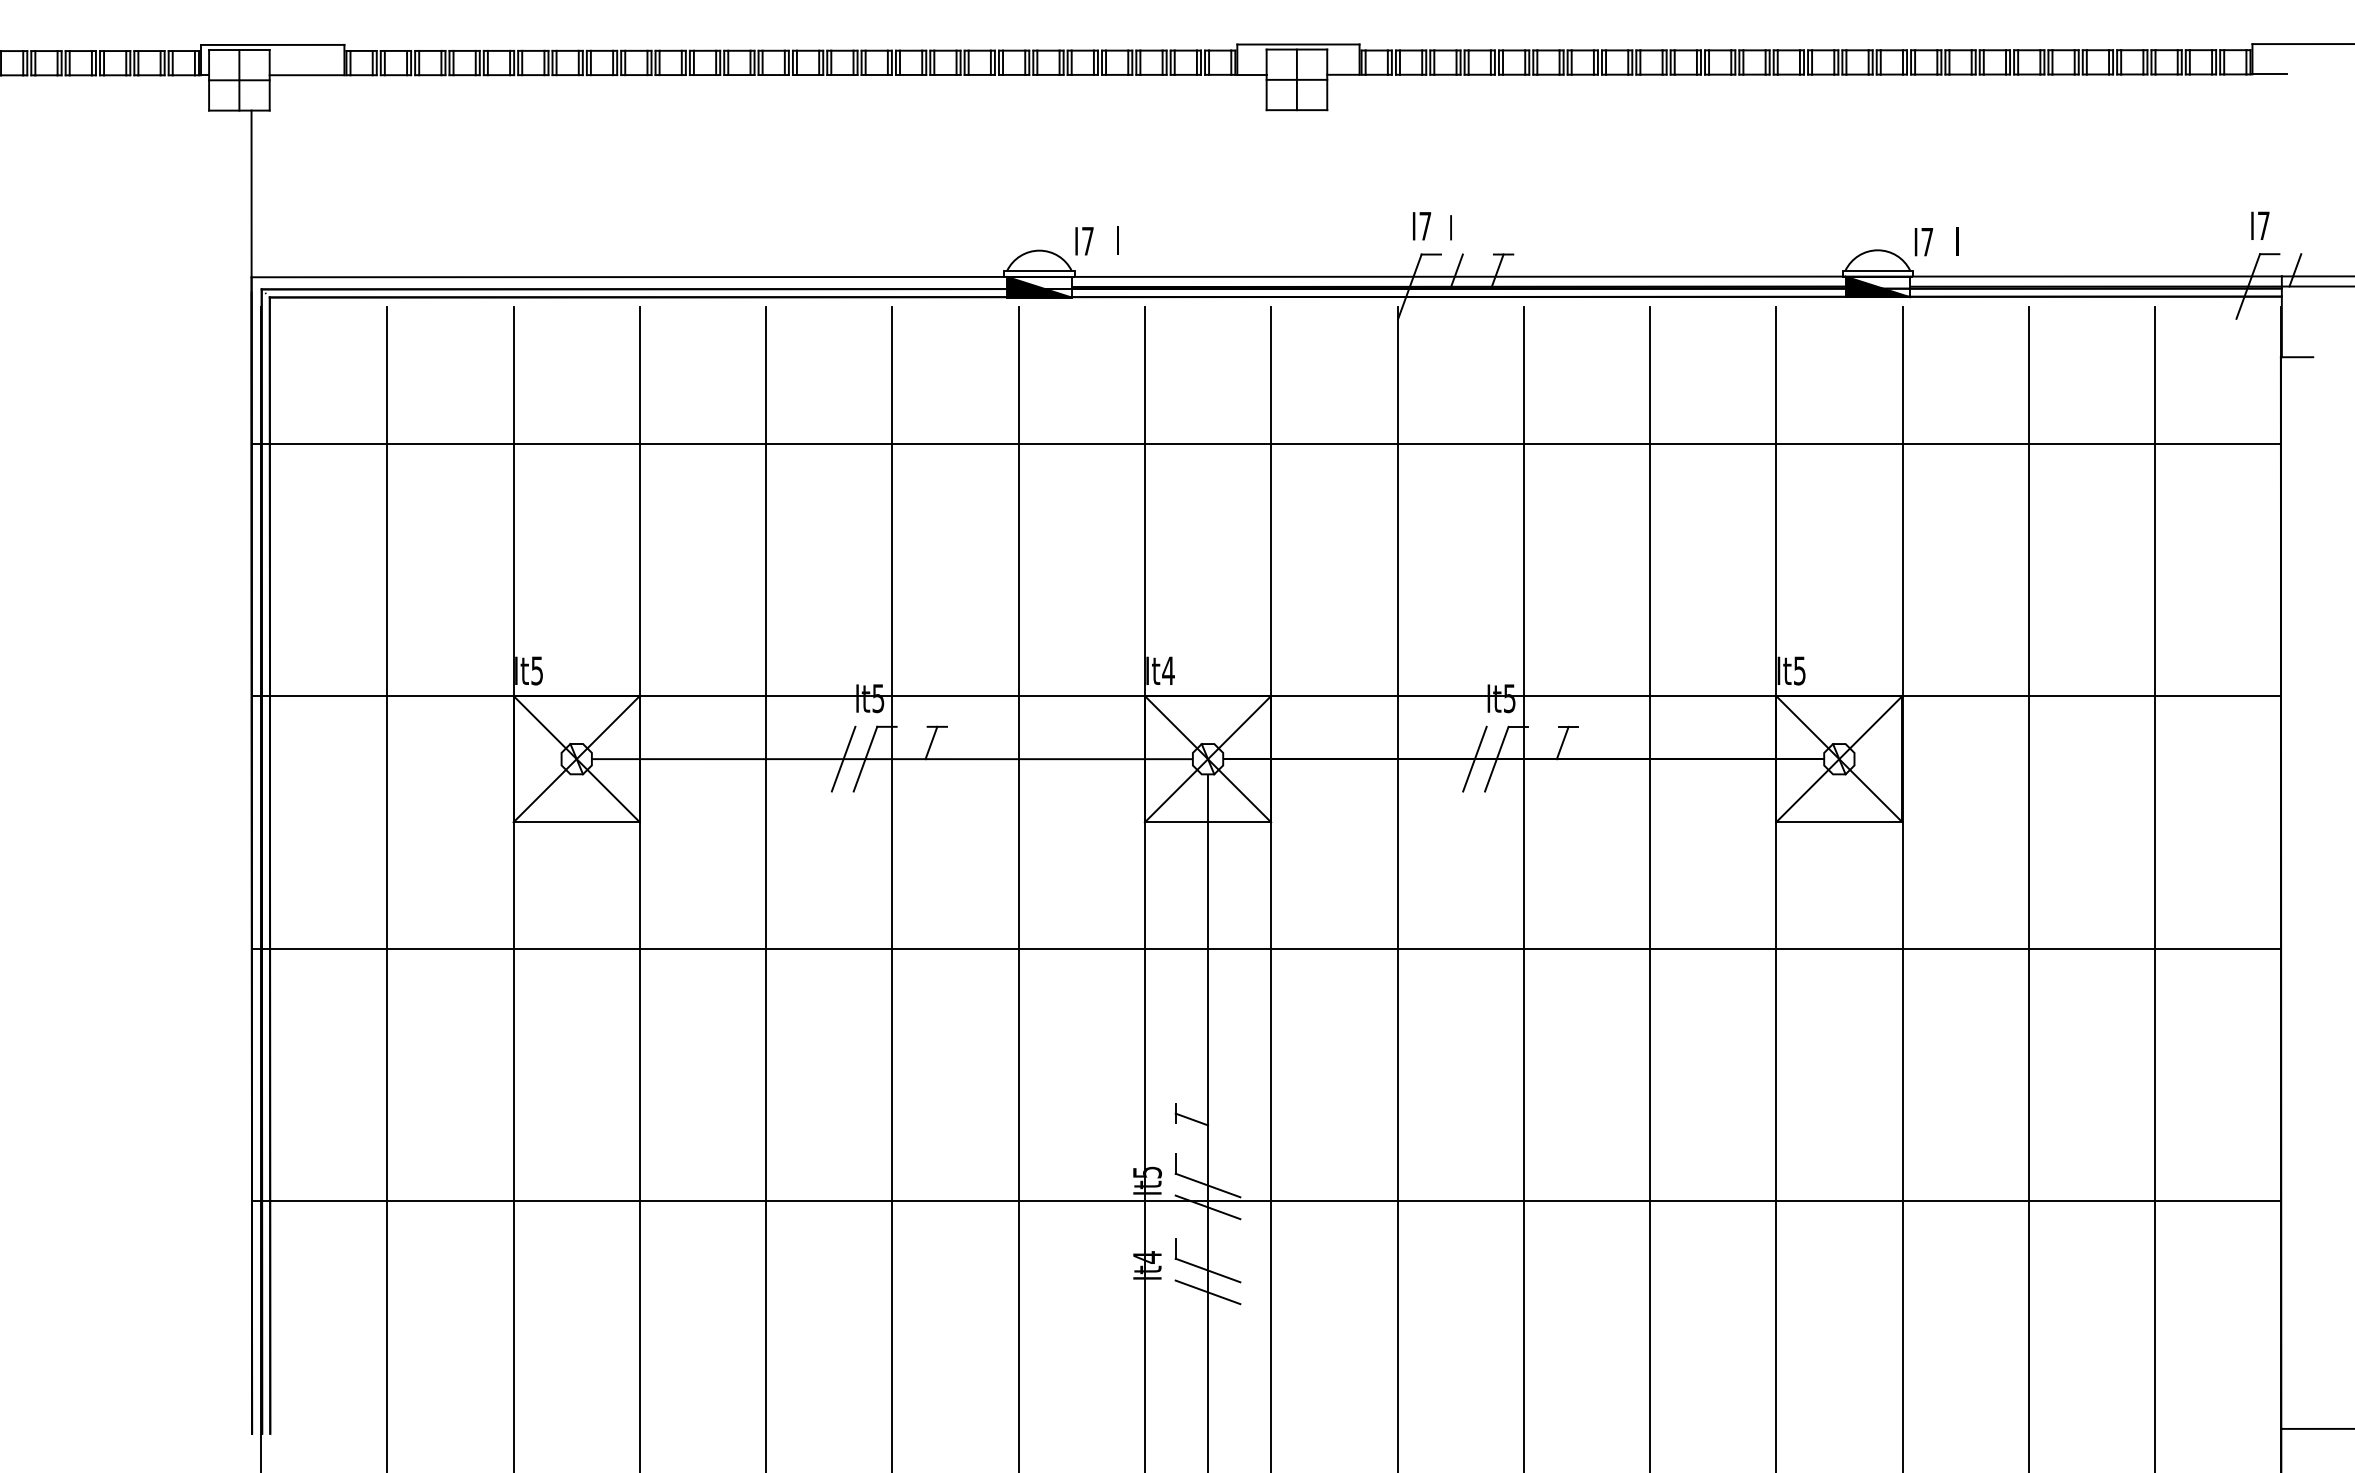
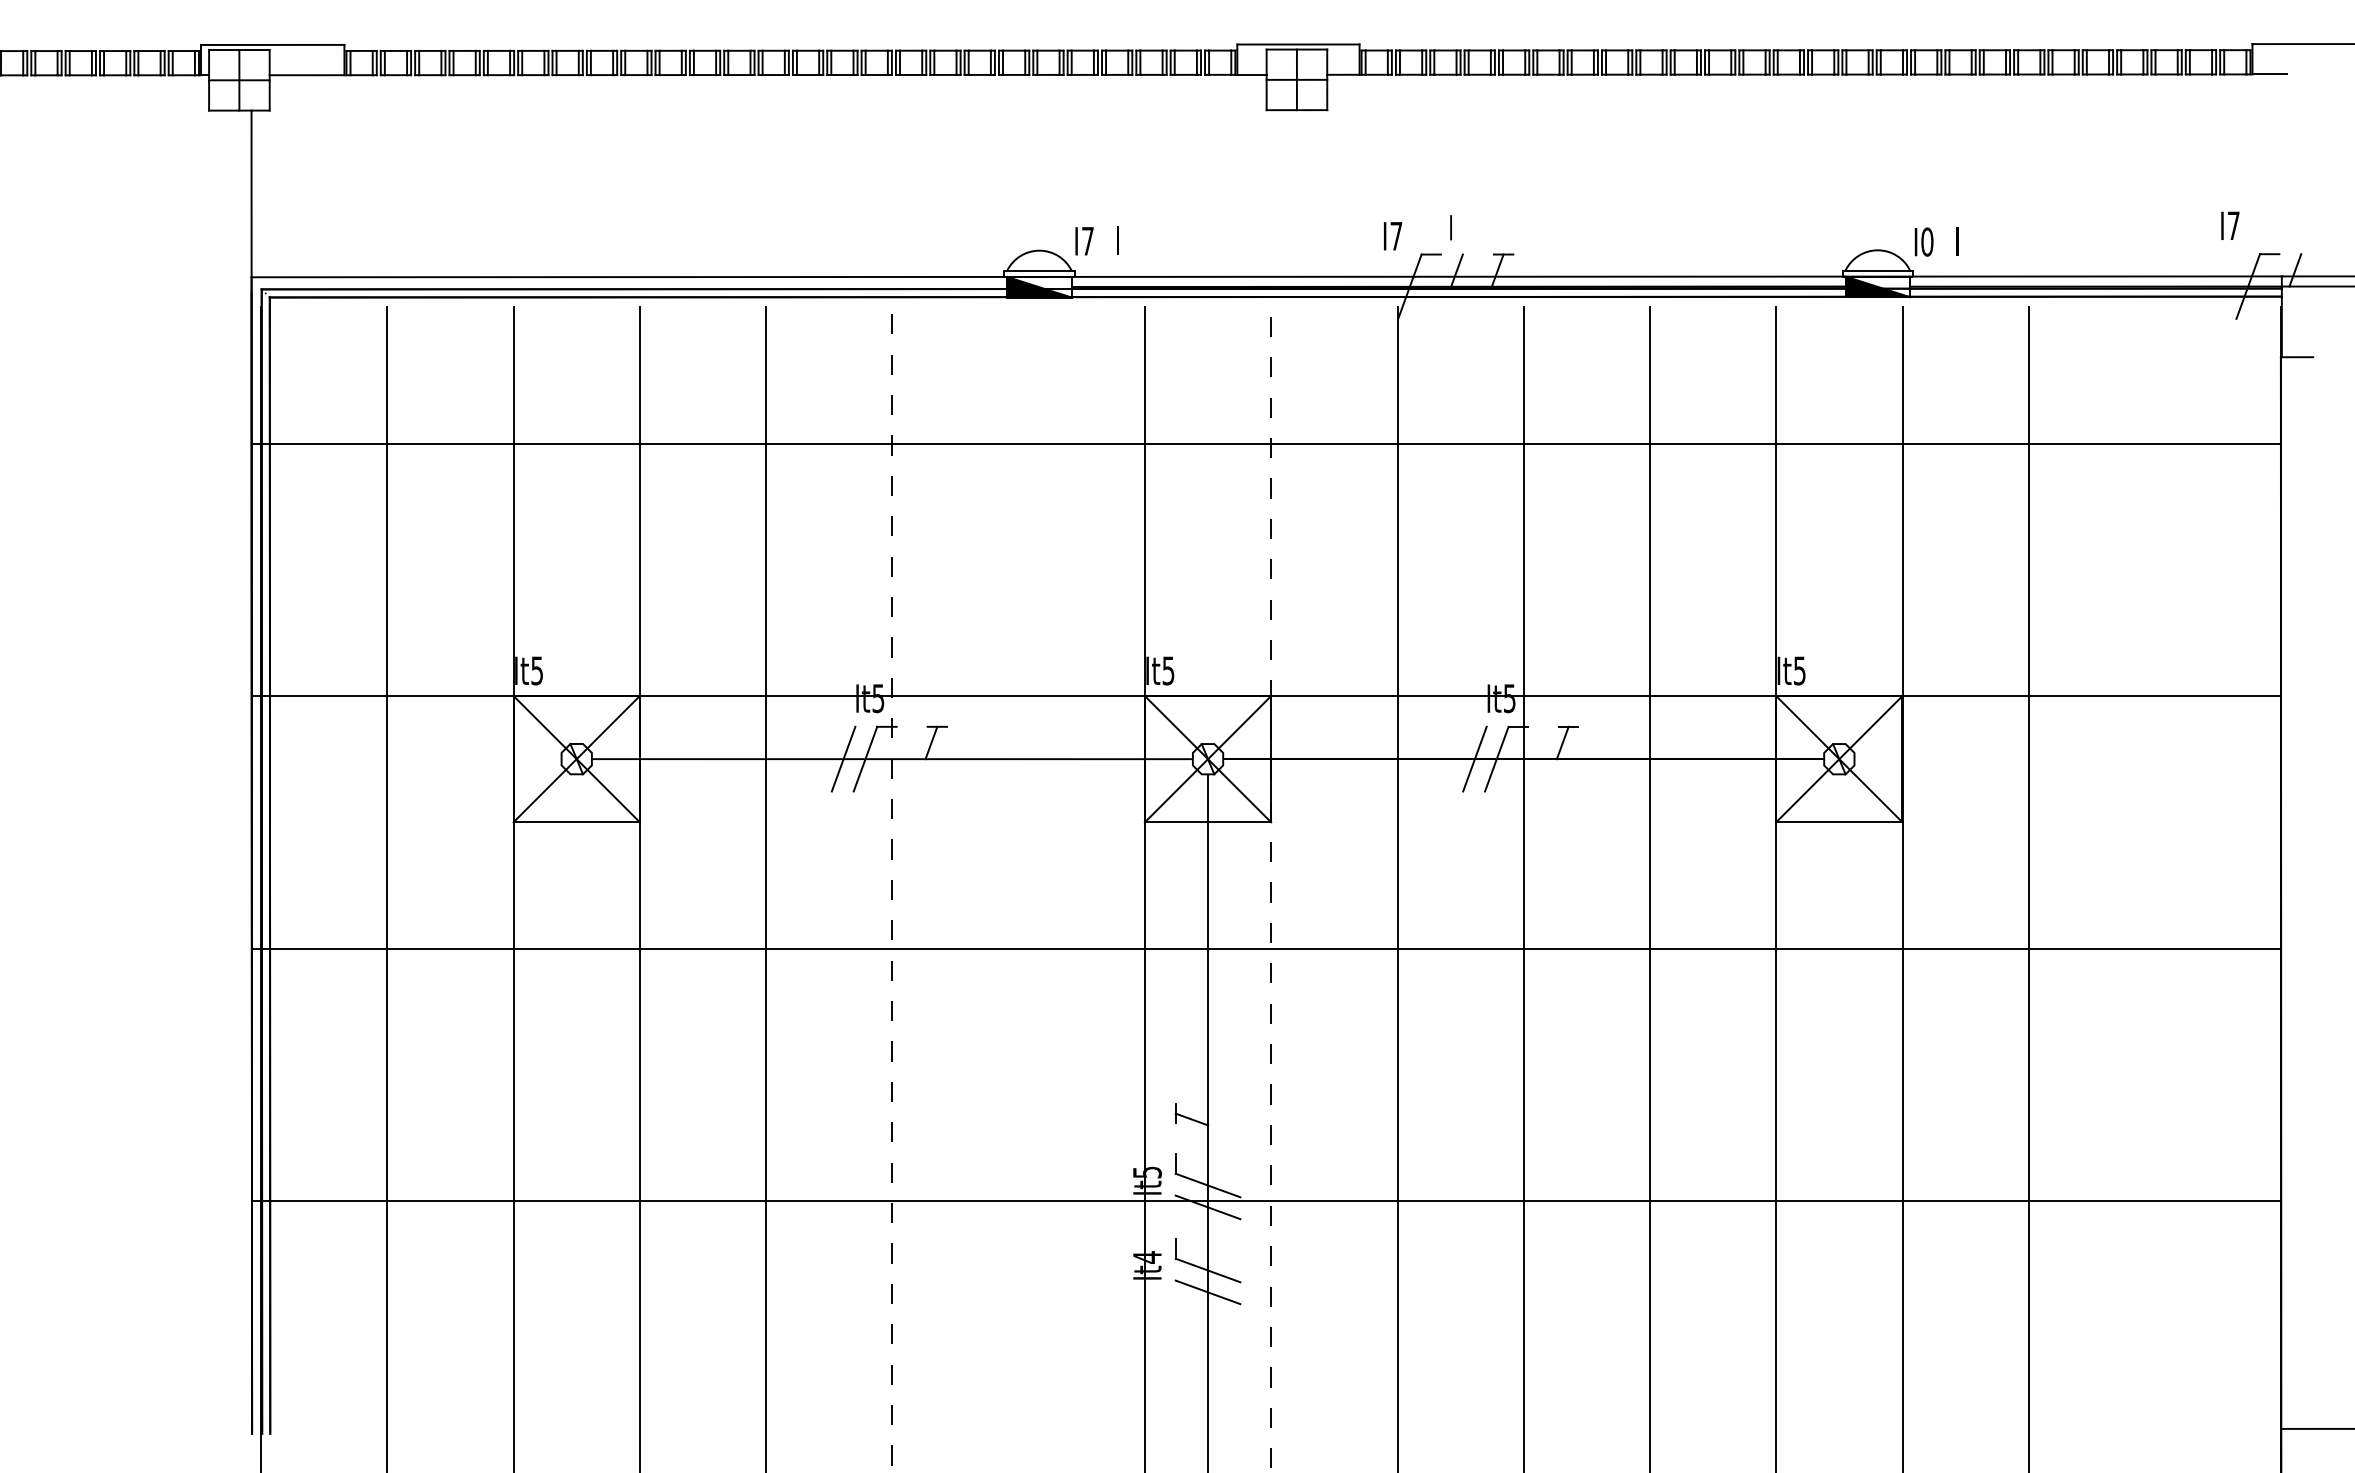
text at (2260, 225) position: (2260, 225) -> (2230, 225)
text at (1422, 226) position: (1422, 226) -> (1393, 236)
text at (1927, 241): I7 -> I0
text at (1168, 670): It4 -> It5
line at (1018, 887): present -> none
line at (2155, 887): present -> none
line at (892, 889): solid -> dashed
line at (1271, 889): solid -> dashed
